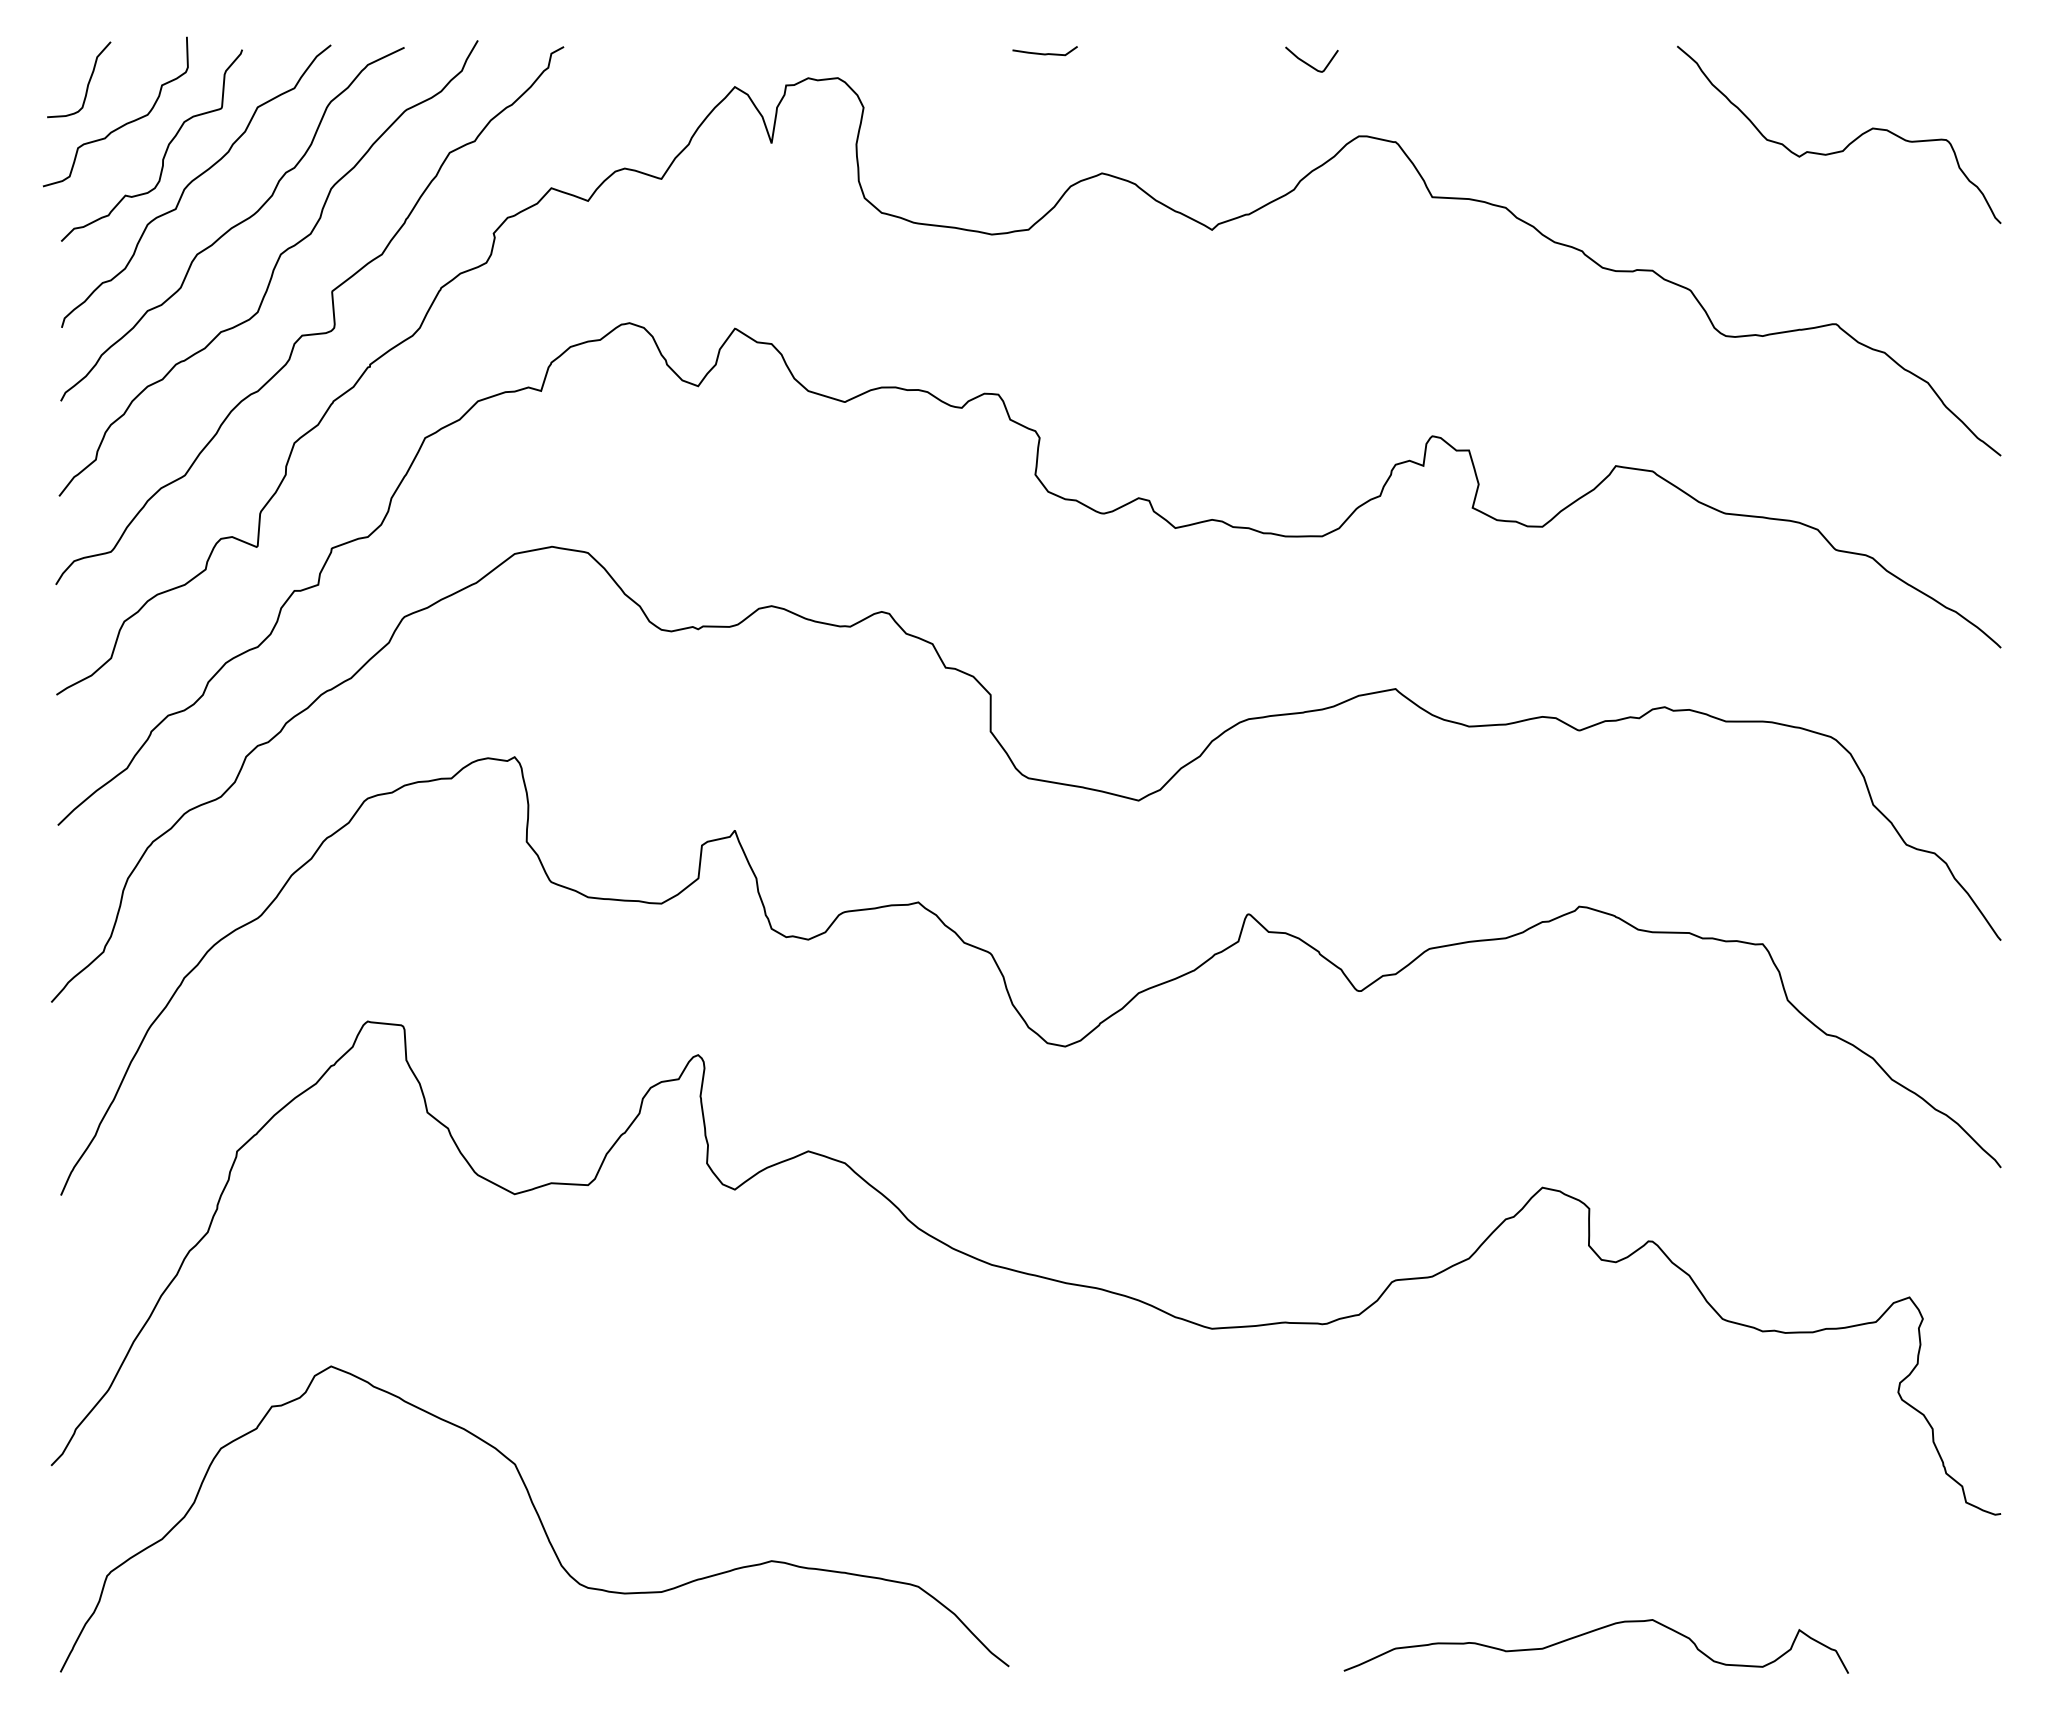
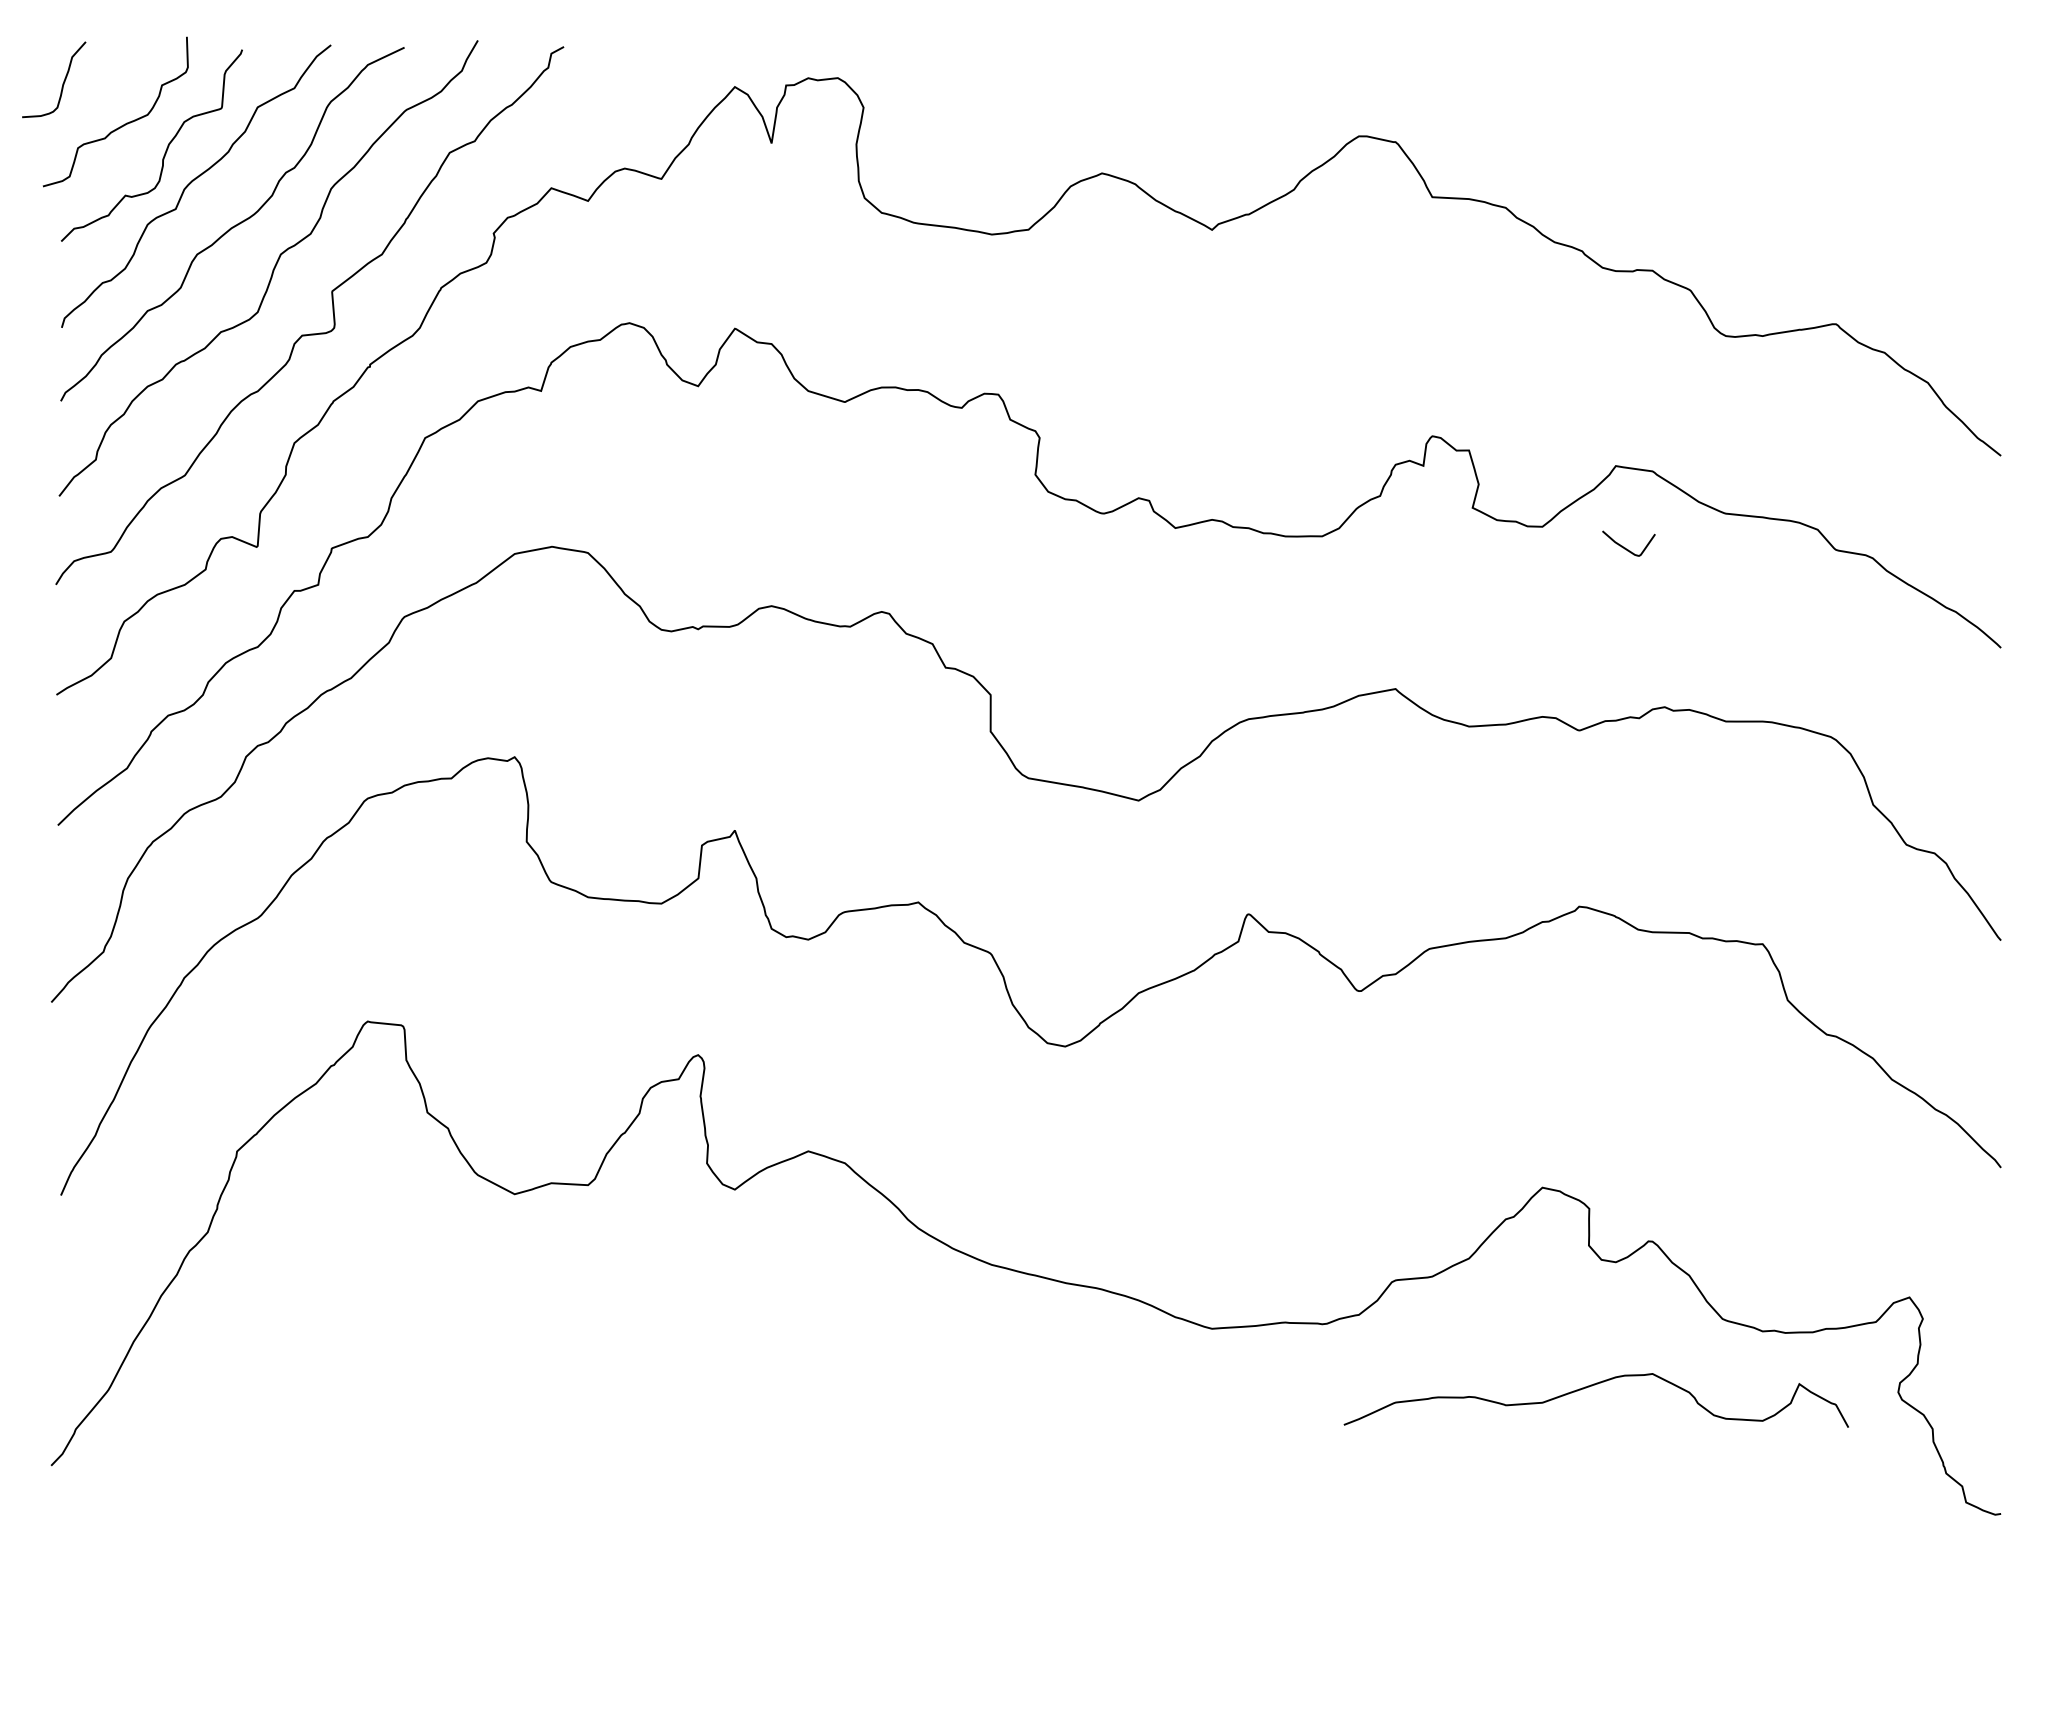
curve at (1044, 53): present -> none
curve at (1308, 63) position: (1308, 63) -> (1625, 547)
curve at (87, 83) position: (87, 83) -> (62, 83)
curve at (1849, 143): present -> none
curve at (537, 1516): present -> none
curve at (1592, 1632) position: (1592, 1632) -> (1592, 1386)
